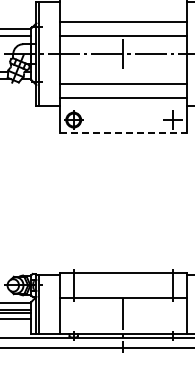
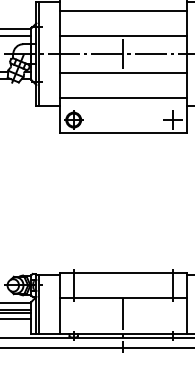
line at (123, 21) position: (123, 21) -> (123, 10)
line at (123, 83) position: (123, 83) -> (123, 72)
line at (123, 132): dashed -> solid
